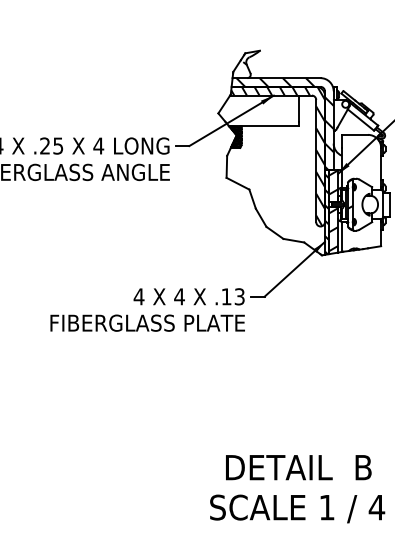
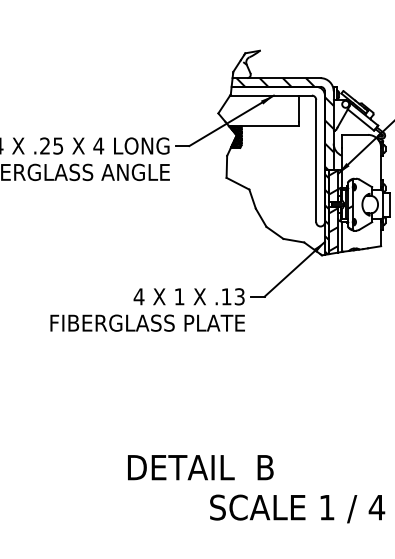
hatch at (277, 156): present -> none
text at (179, 296): 4 -> 1
text at (298, 467) position: (298, 467) -> (200, 467)
